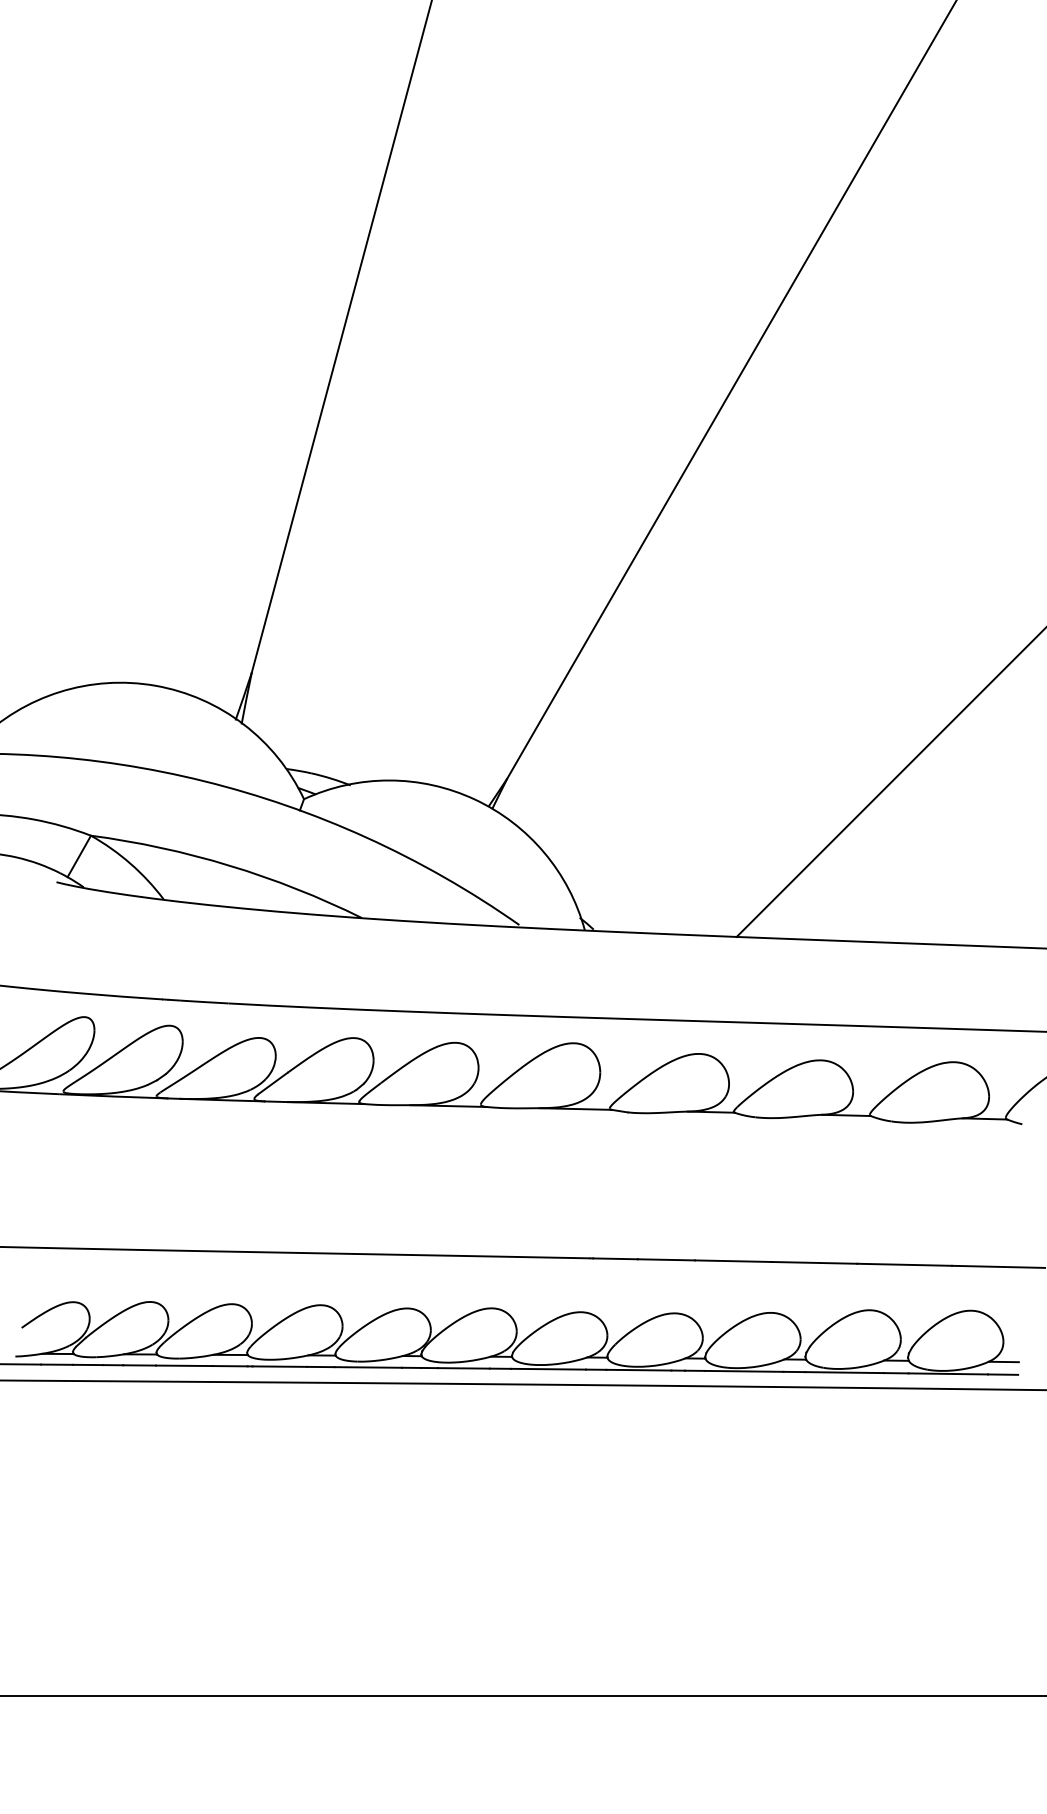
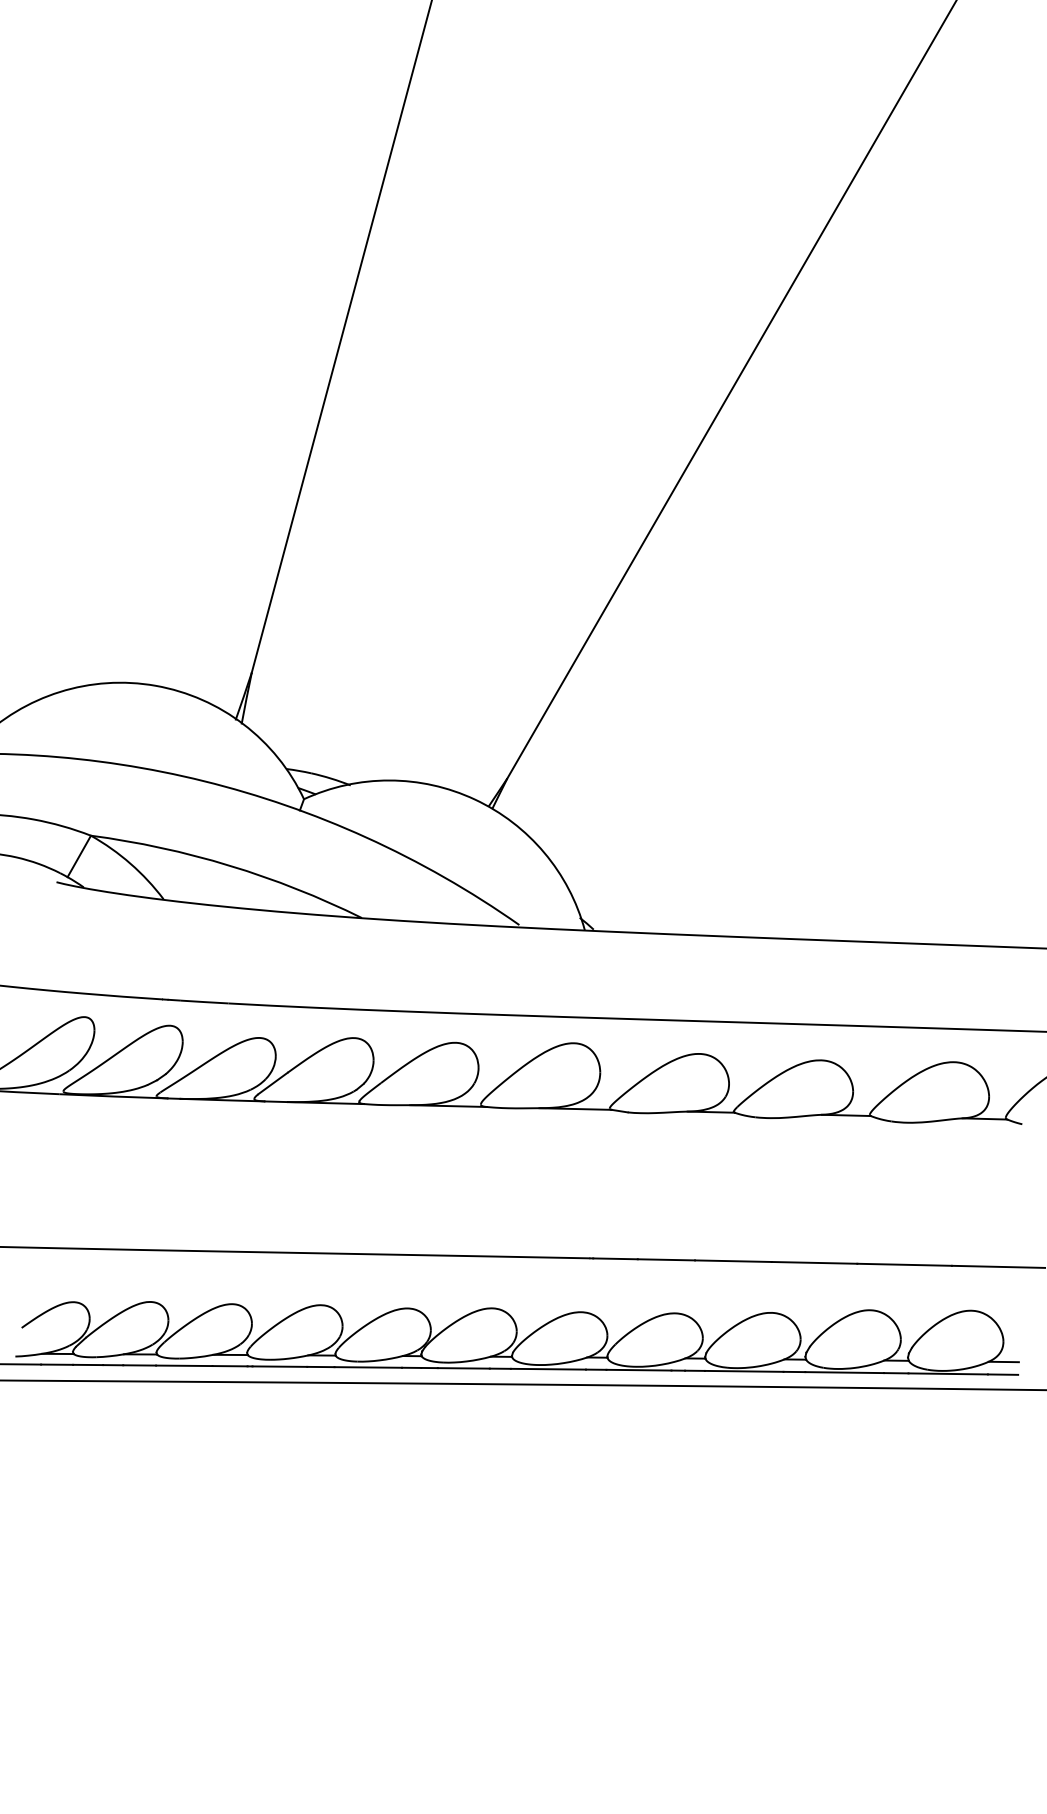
line at (889, 782): present -> none
line at (522, 1696): present -> none
